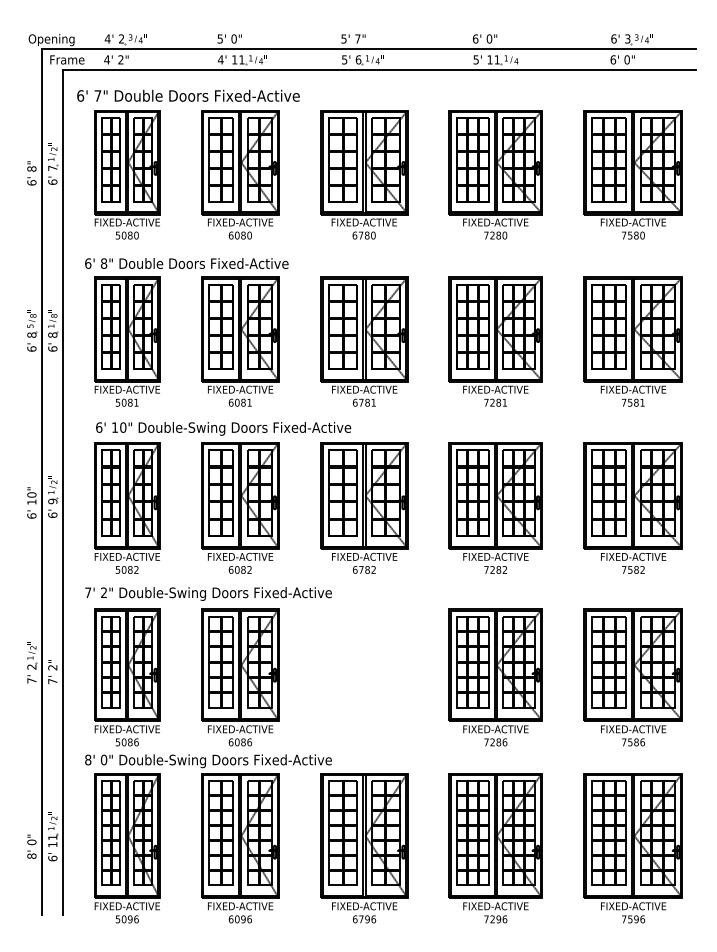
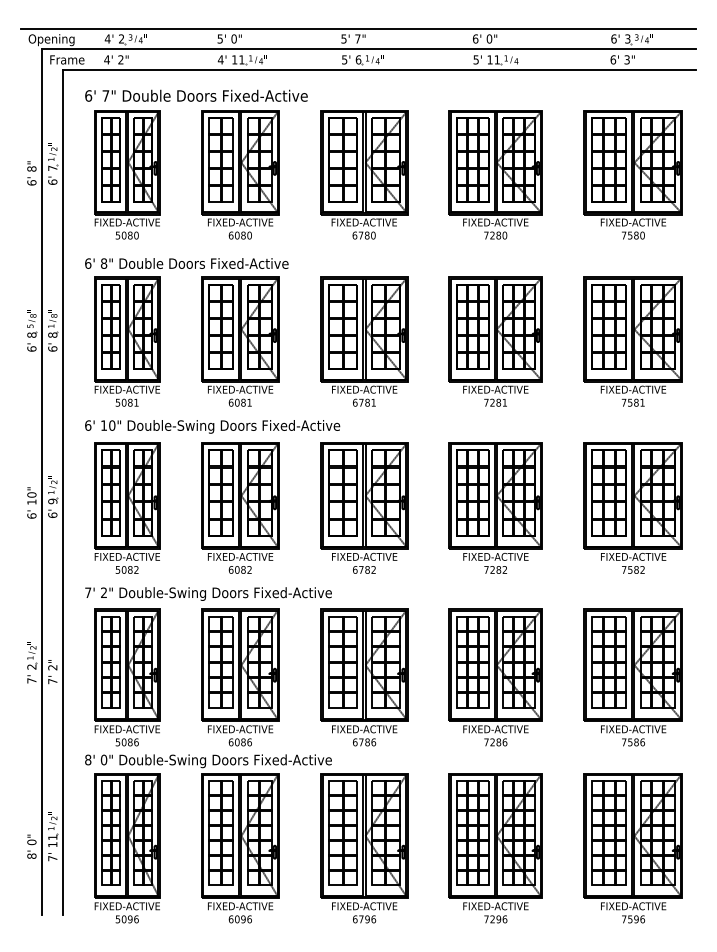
line at (358, 28): none -> present
text at (626, 59): 0" -> 3"
text at (188, 95) position: (188, 95) -> (196, 95)
text at (223, 428) position: (223, 428) -> (212, 426)
part at (364, 677): none -> present
text at (52, 858): 6' -> 7'
